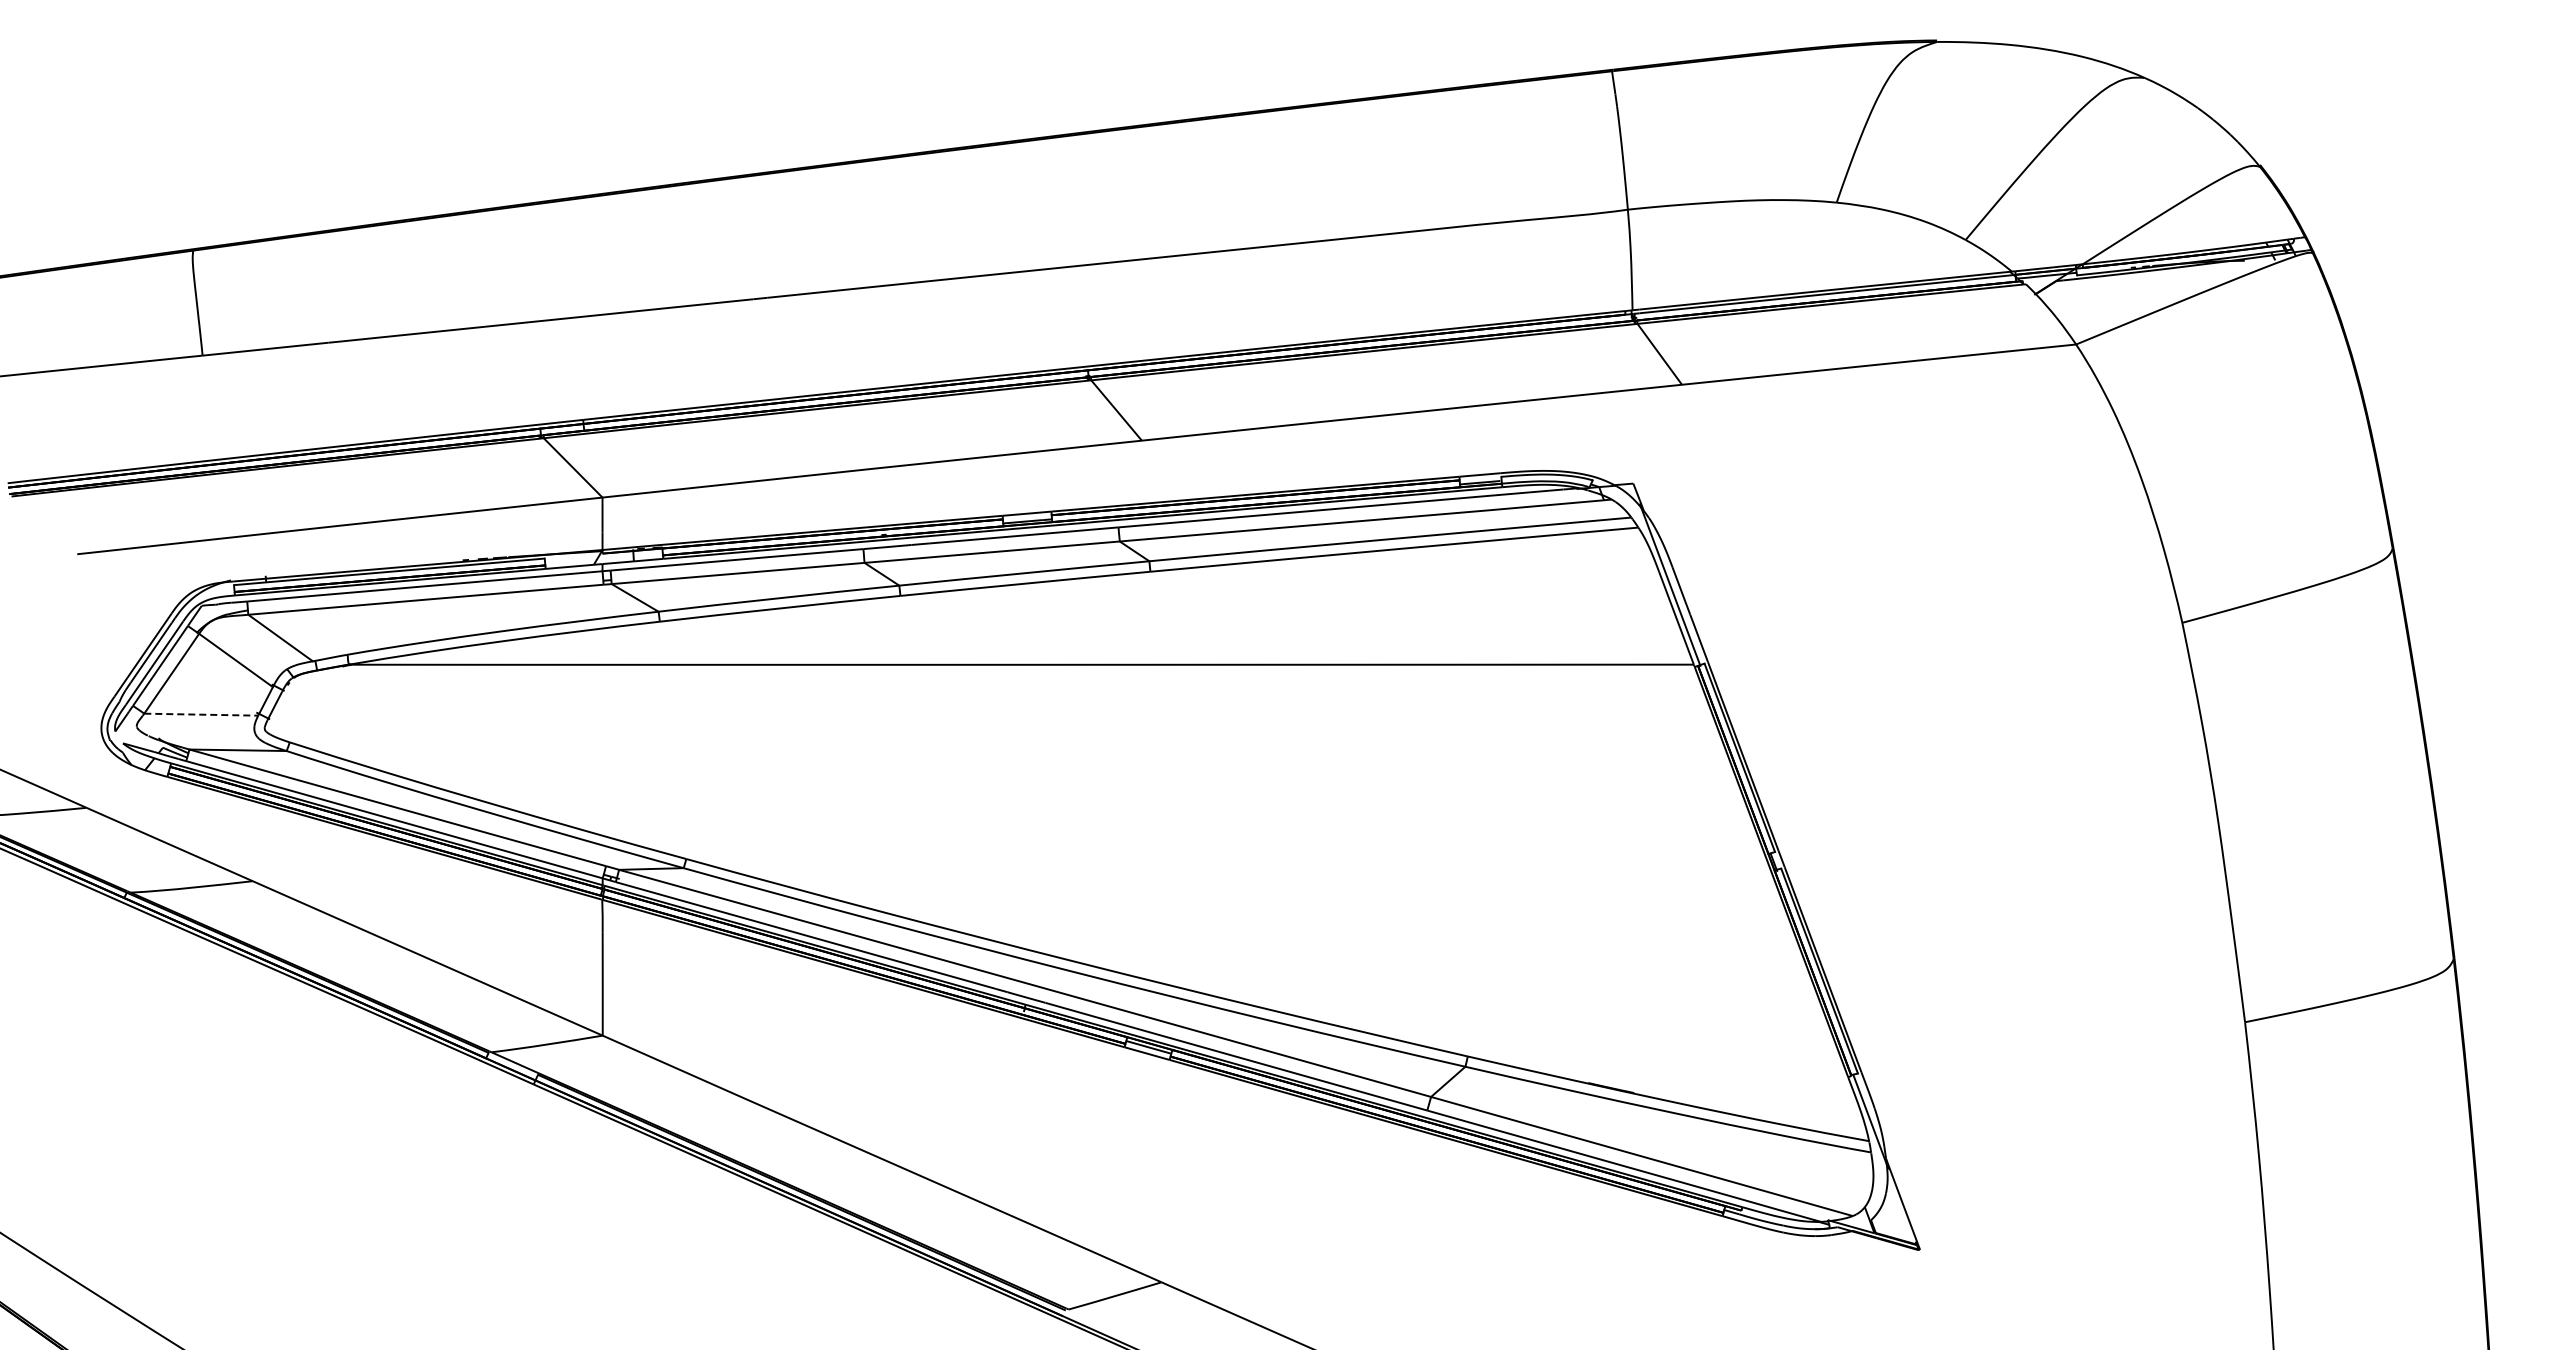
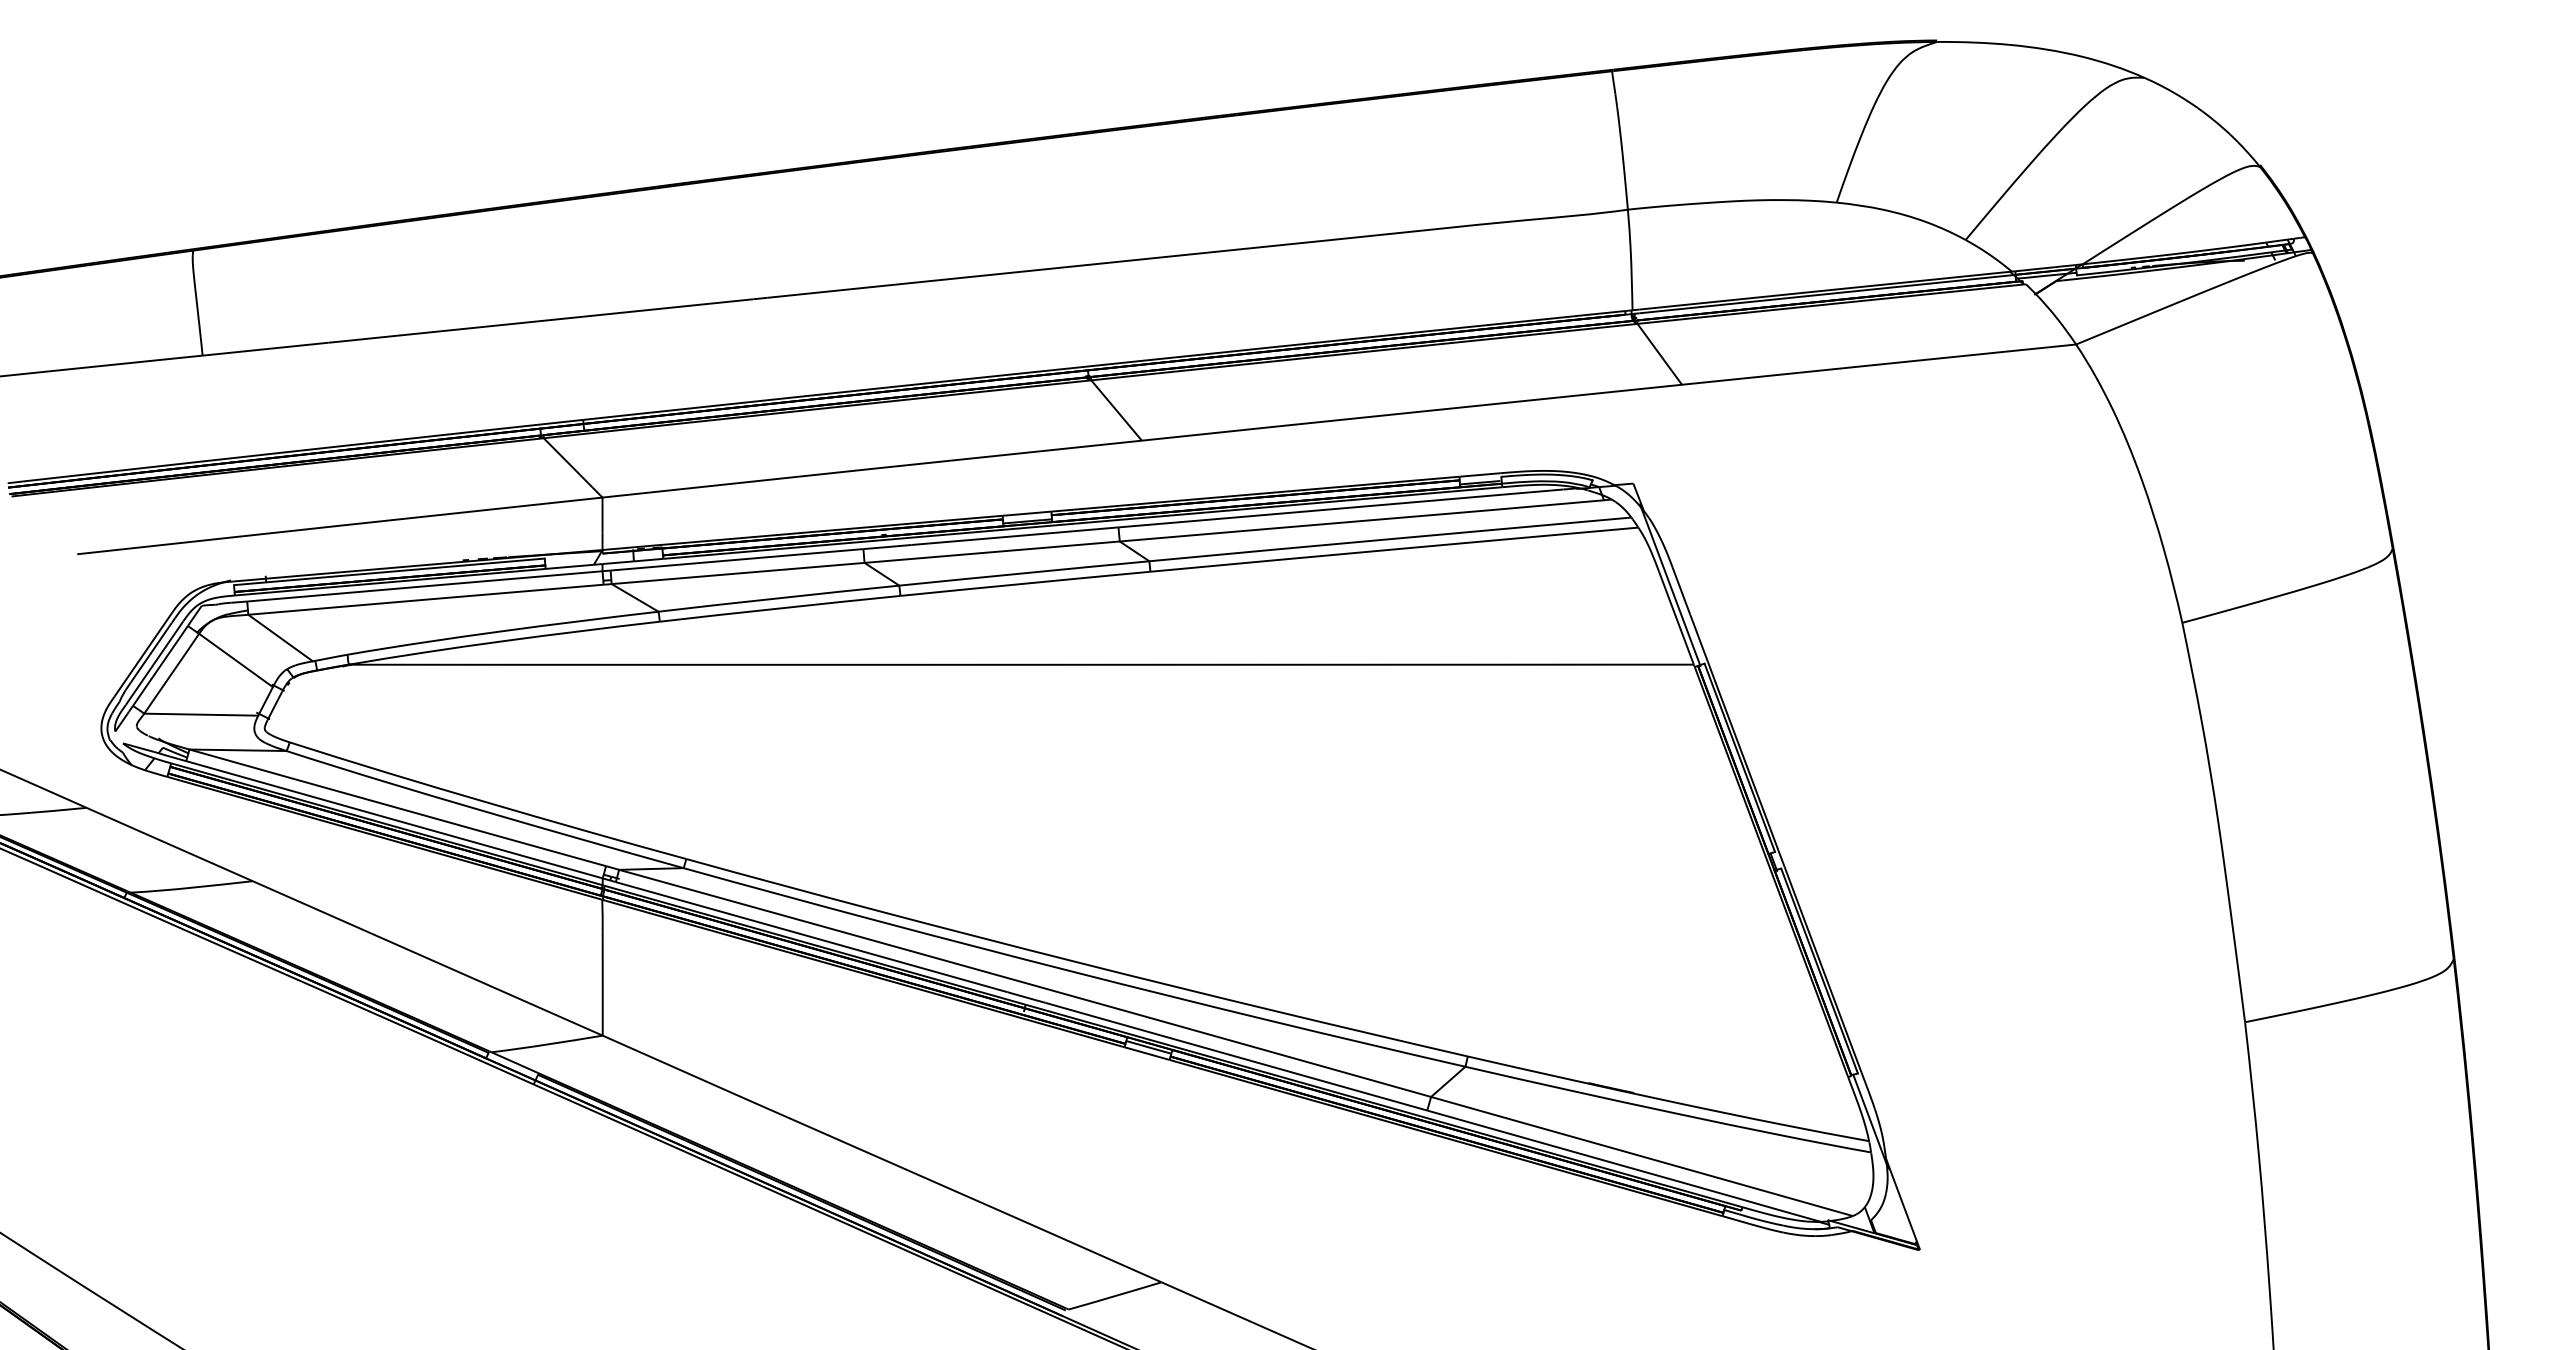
line at (201, 714): dashed -> solid
